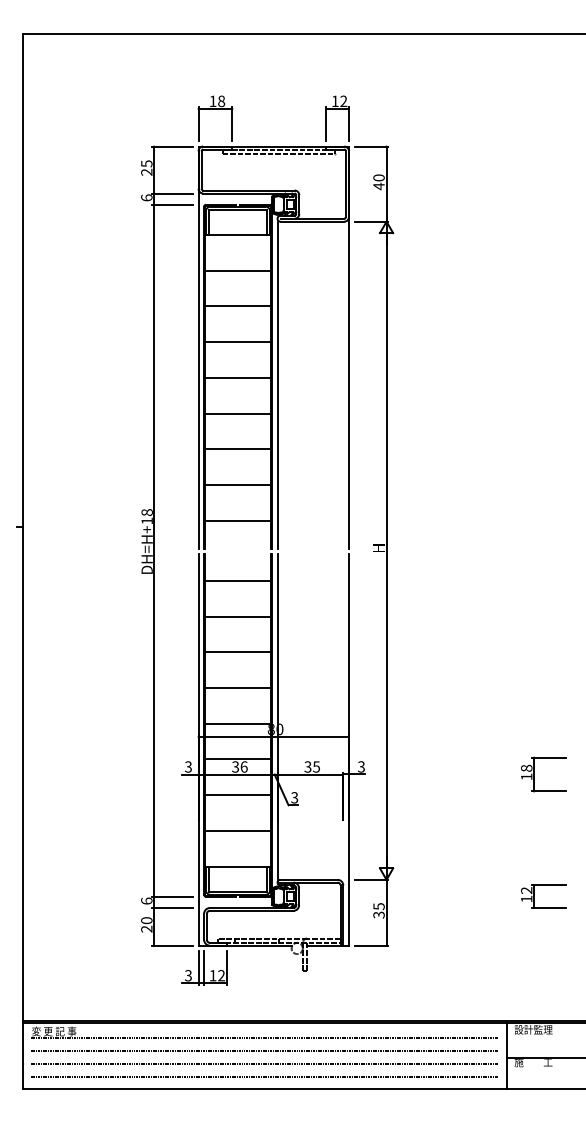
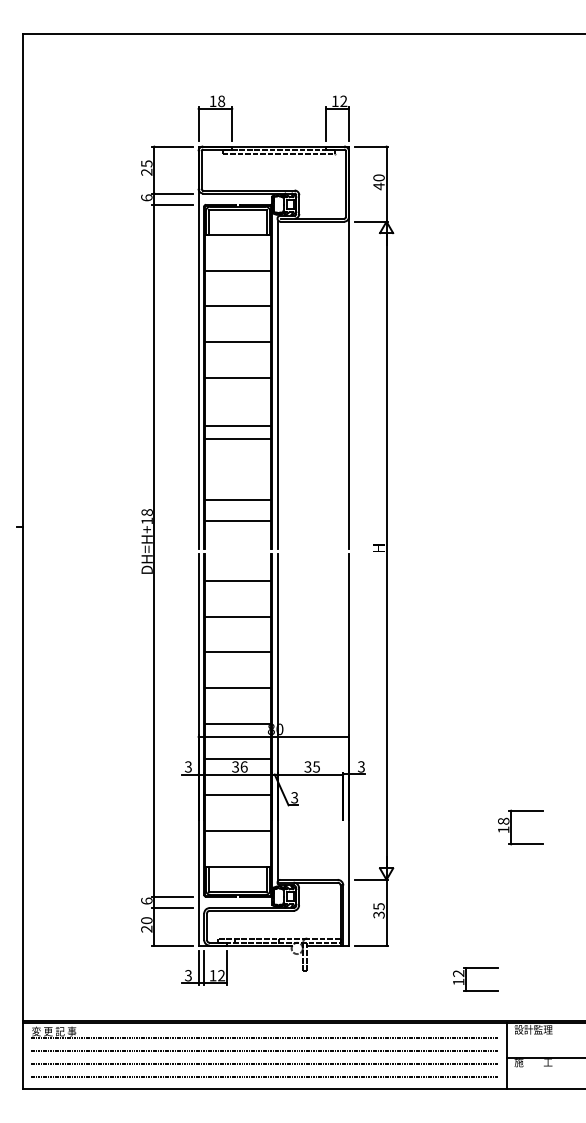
line at (237, 413) position: (237, 413) -> (237, 425)
line at (237, 449) position: (237, 449) -> (237, 439)
line at (237, 484) position: (237, 484) -> (237, 499)
part at (534, 774) position: (534, 774) -> (511, 827)
part at (534, 896) position: (534, 896) -> (466, 979)
